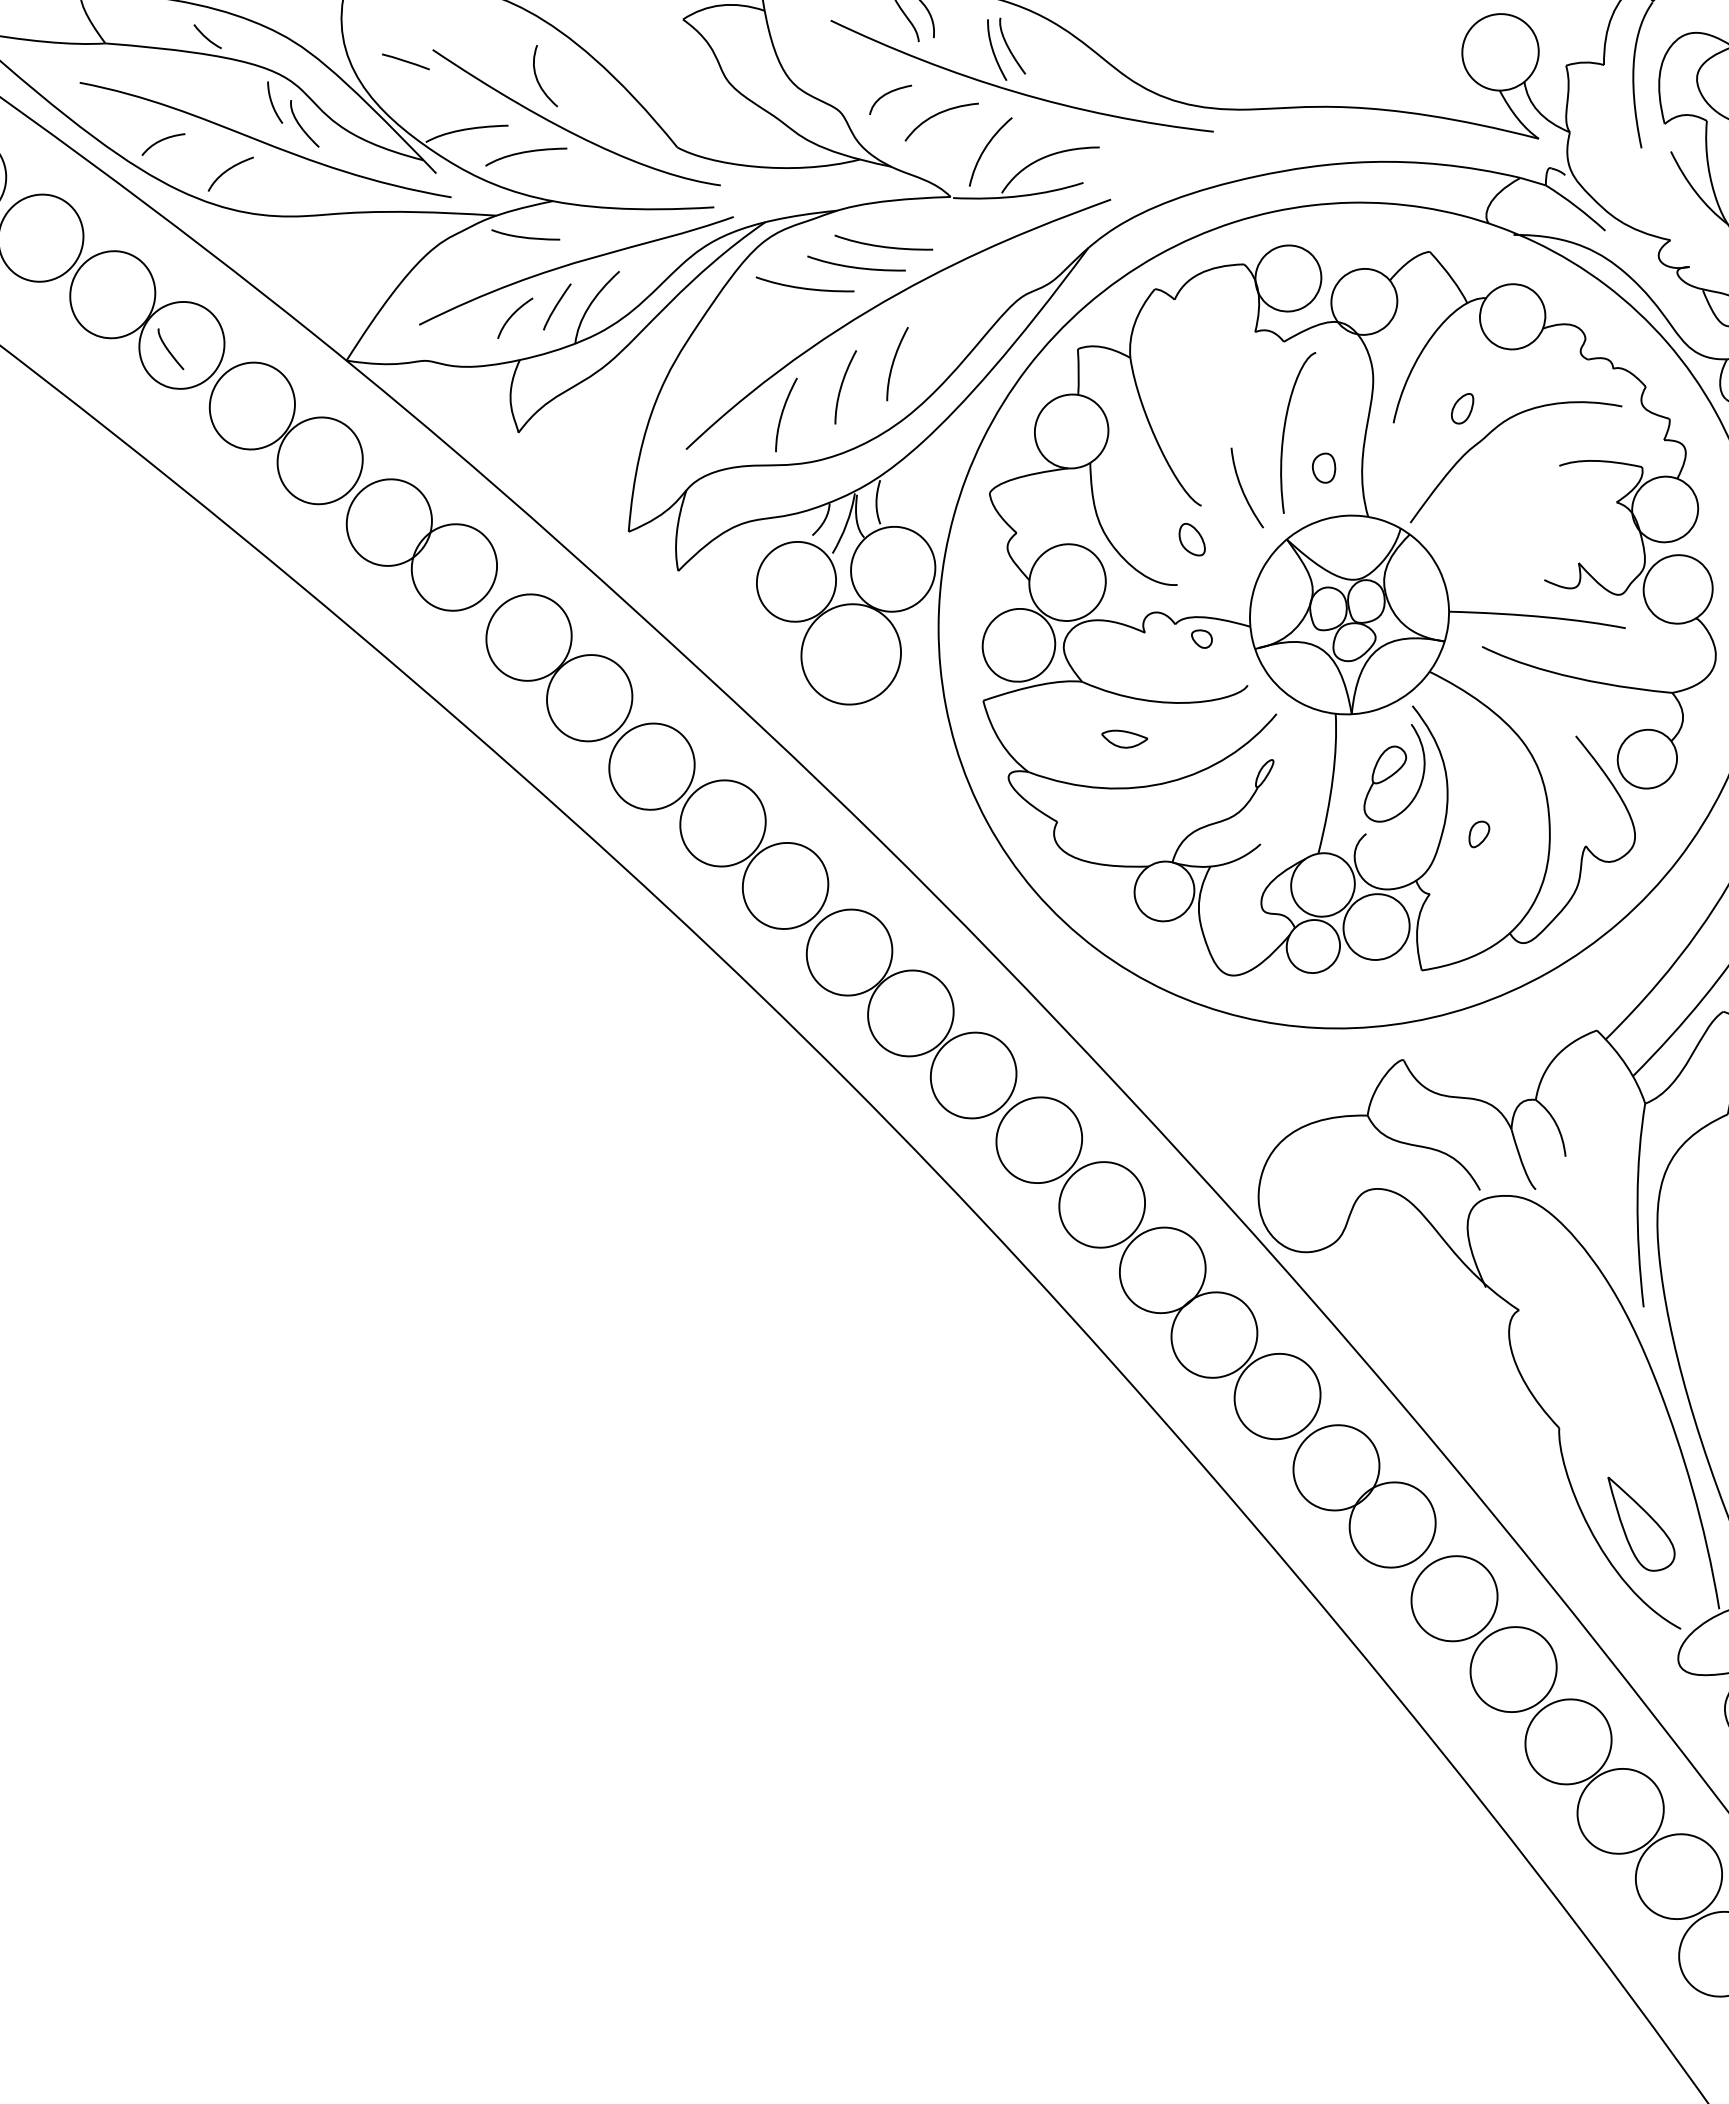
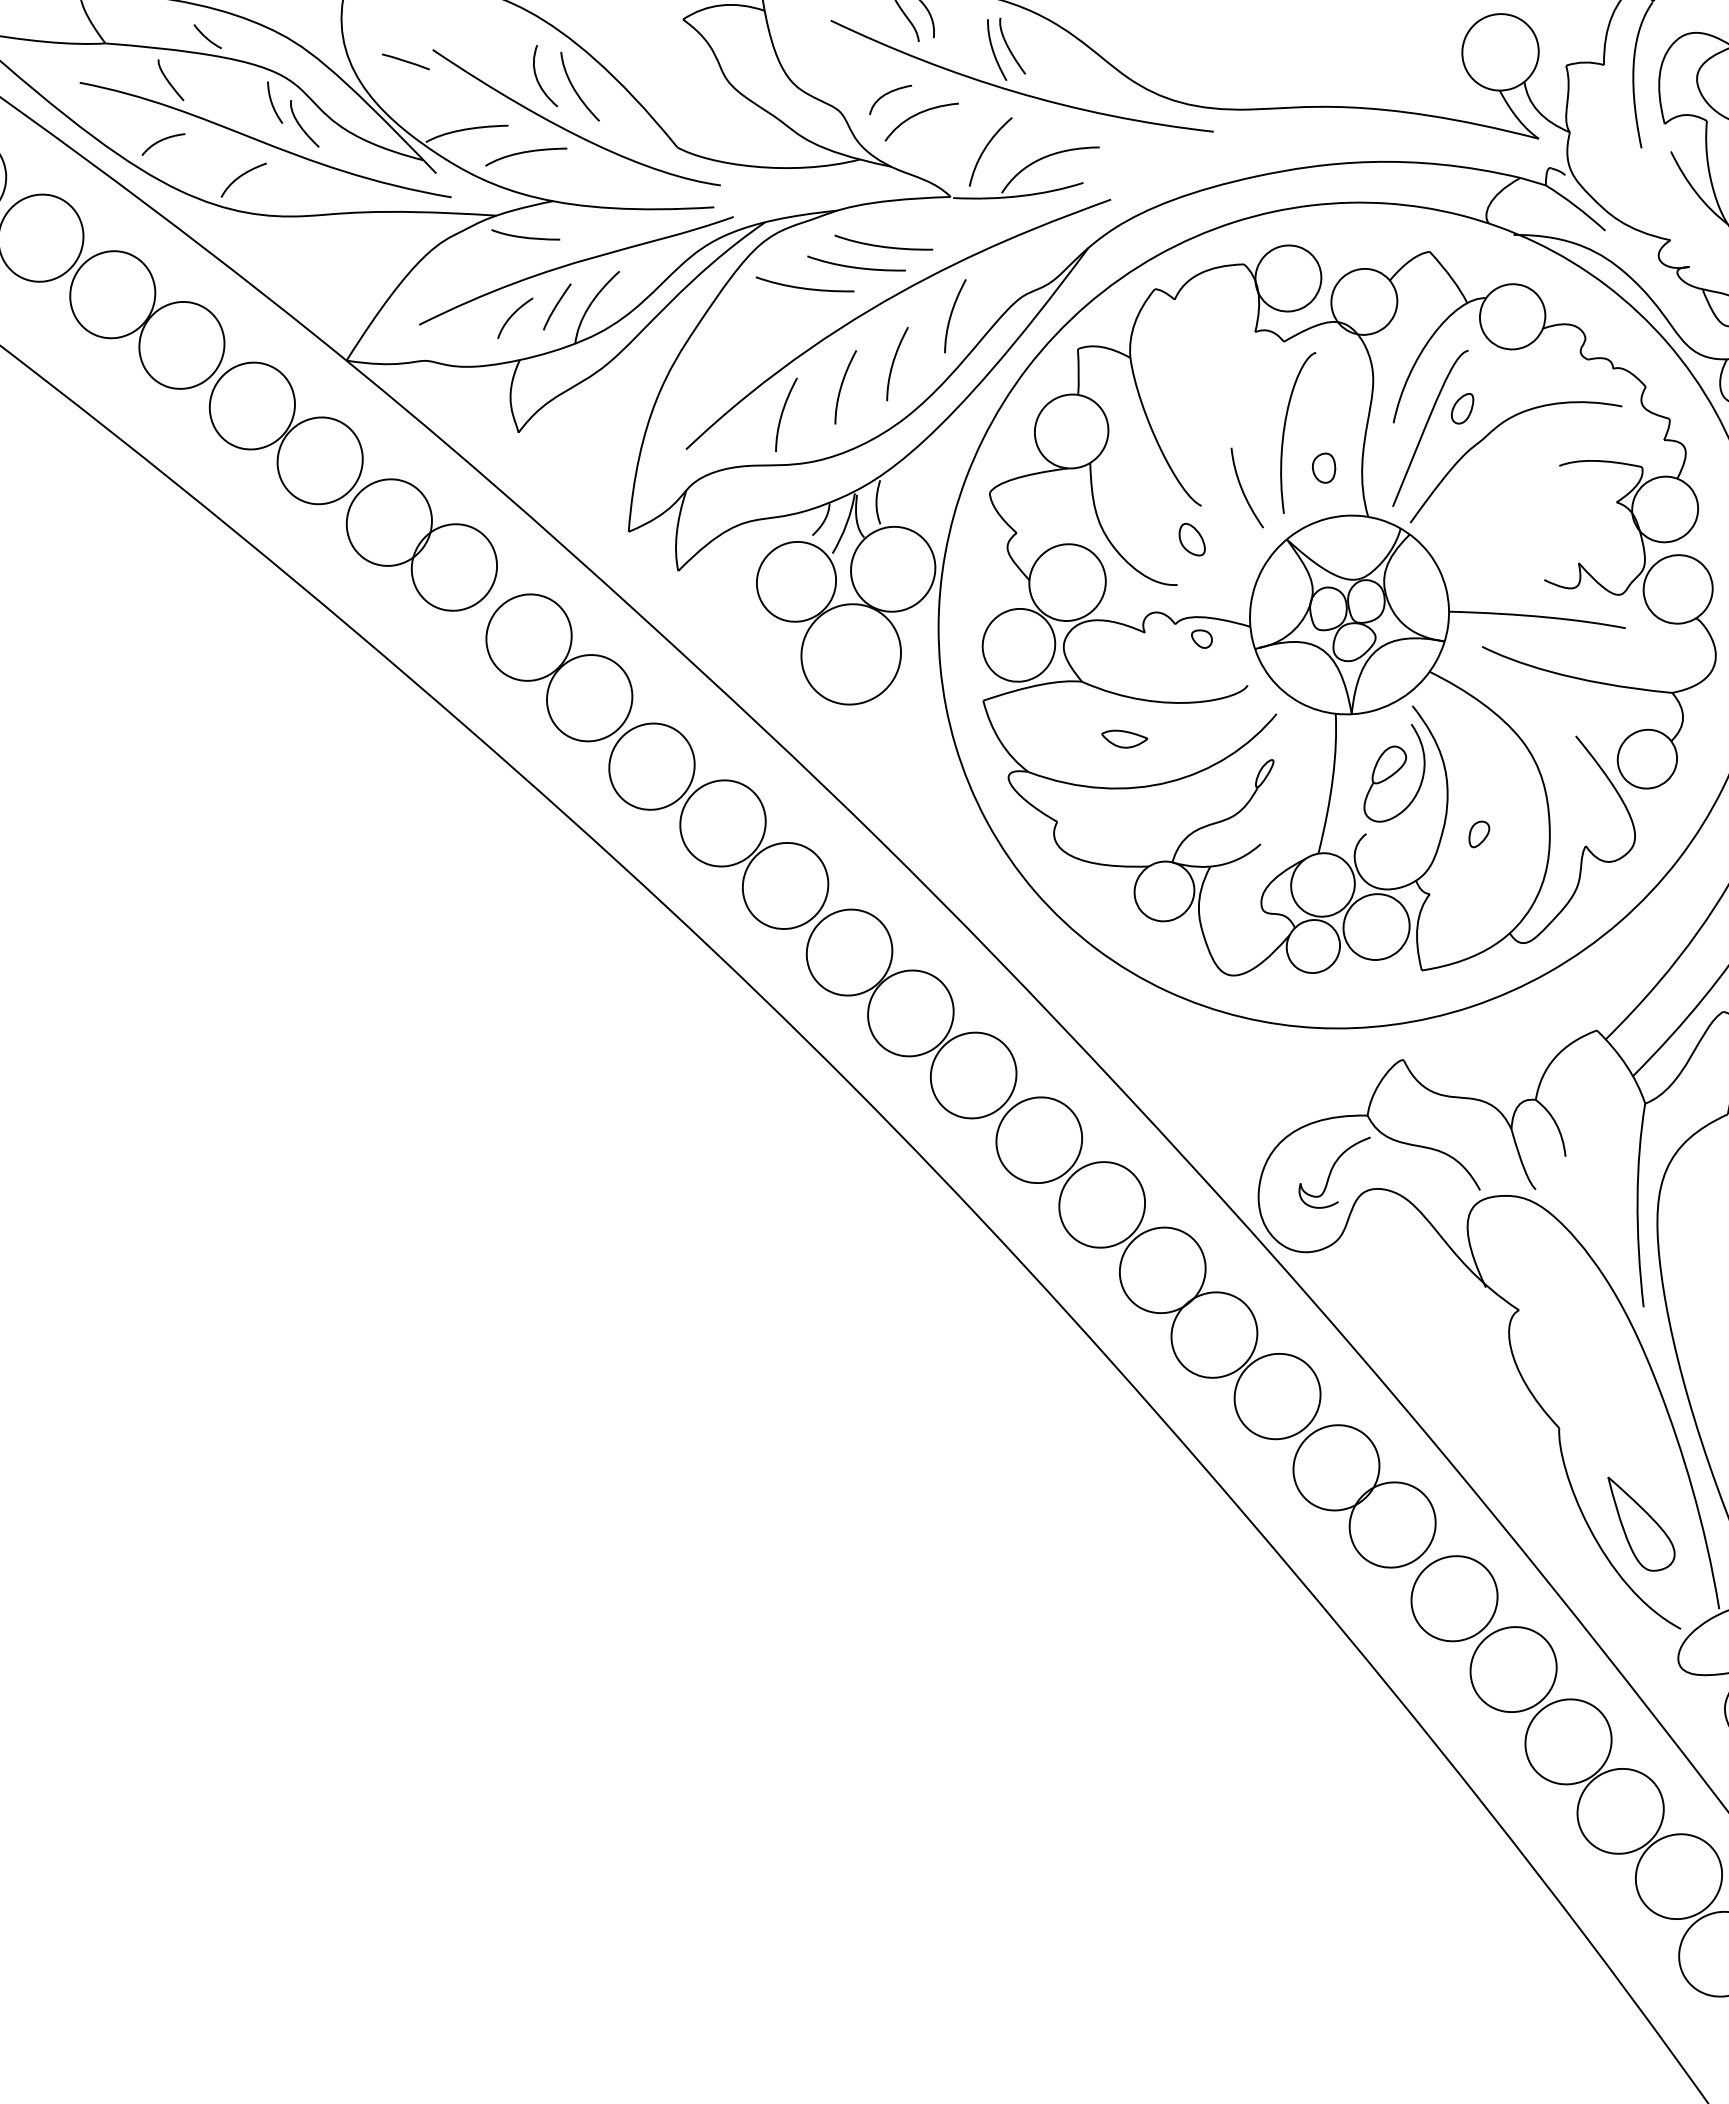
curve at (575, 89): none -> present
curve at (937, 115) position: (937, 115) -> (917, 115)
curve at (229, 170) position: (229, 170) -> (242, 176)
curve at (952, 314): none -> present
curve at (169, 350) position: (169, 350) -> (169, 81)
curve at (1426, 427): none -> present
part at (1334, 1172): none -> present
